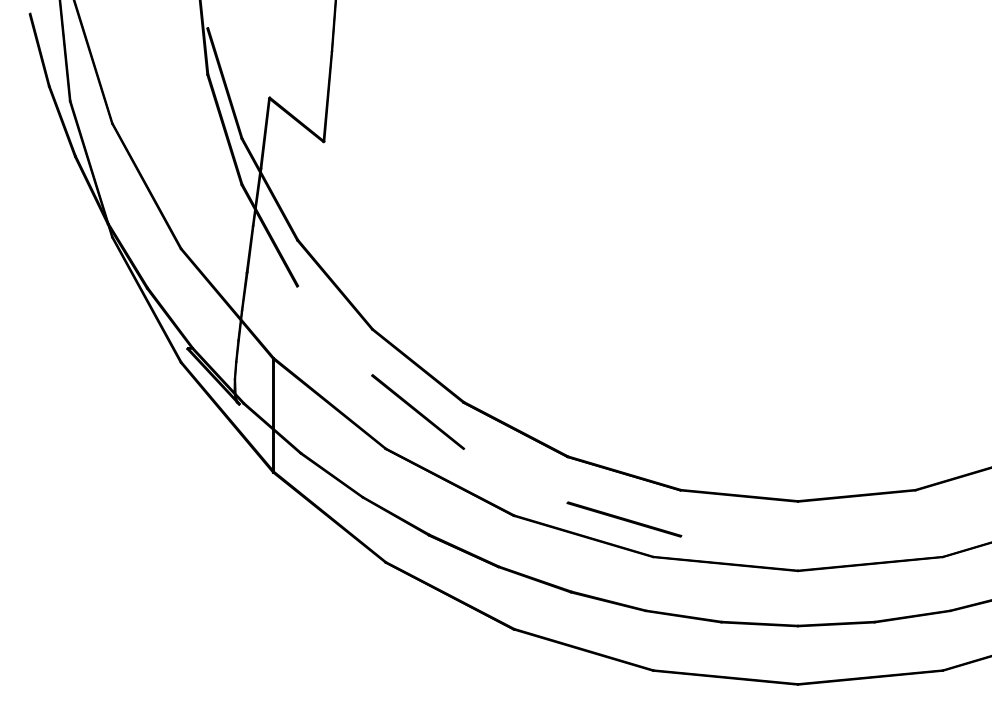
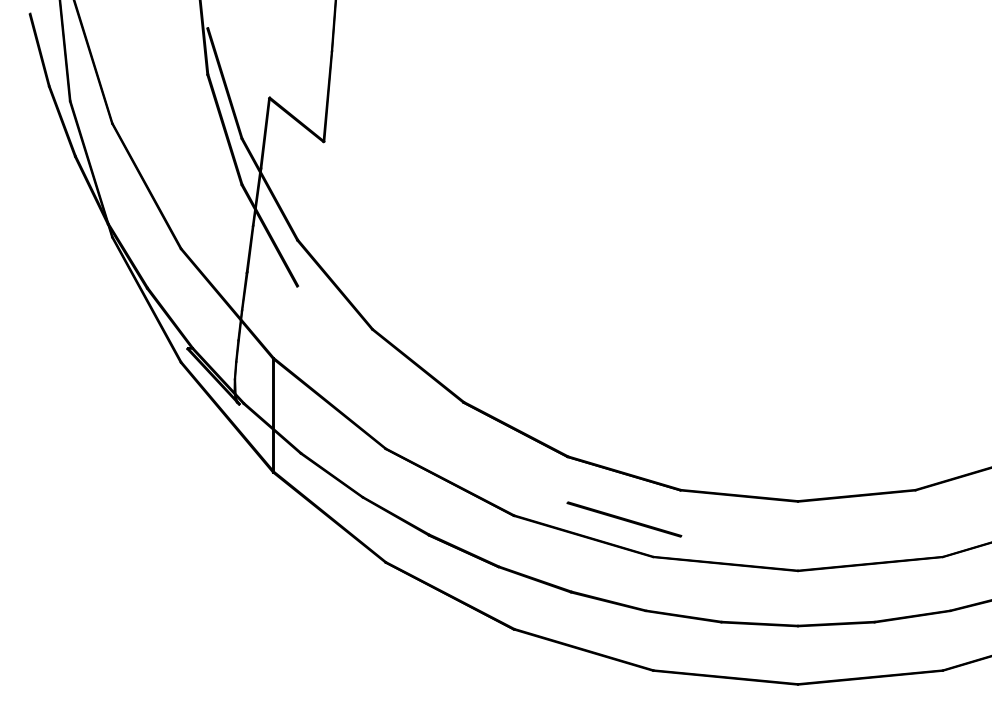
line at (418, 411): present -> none
